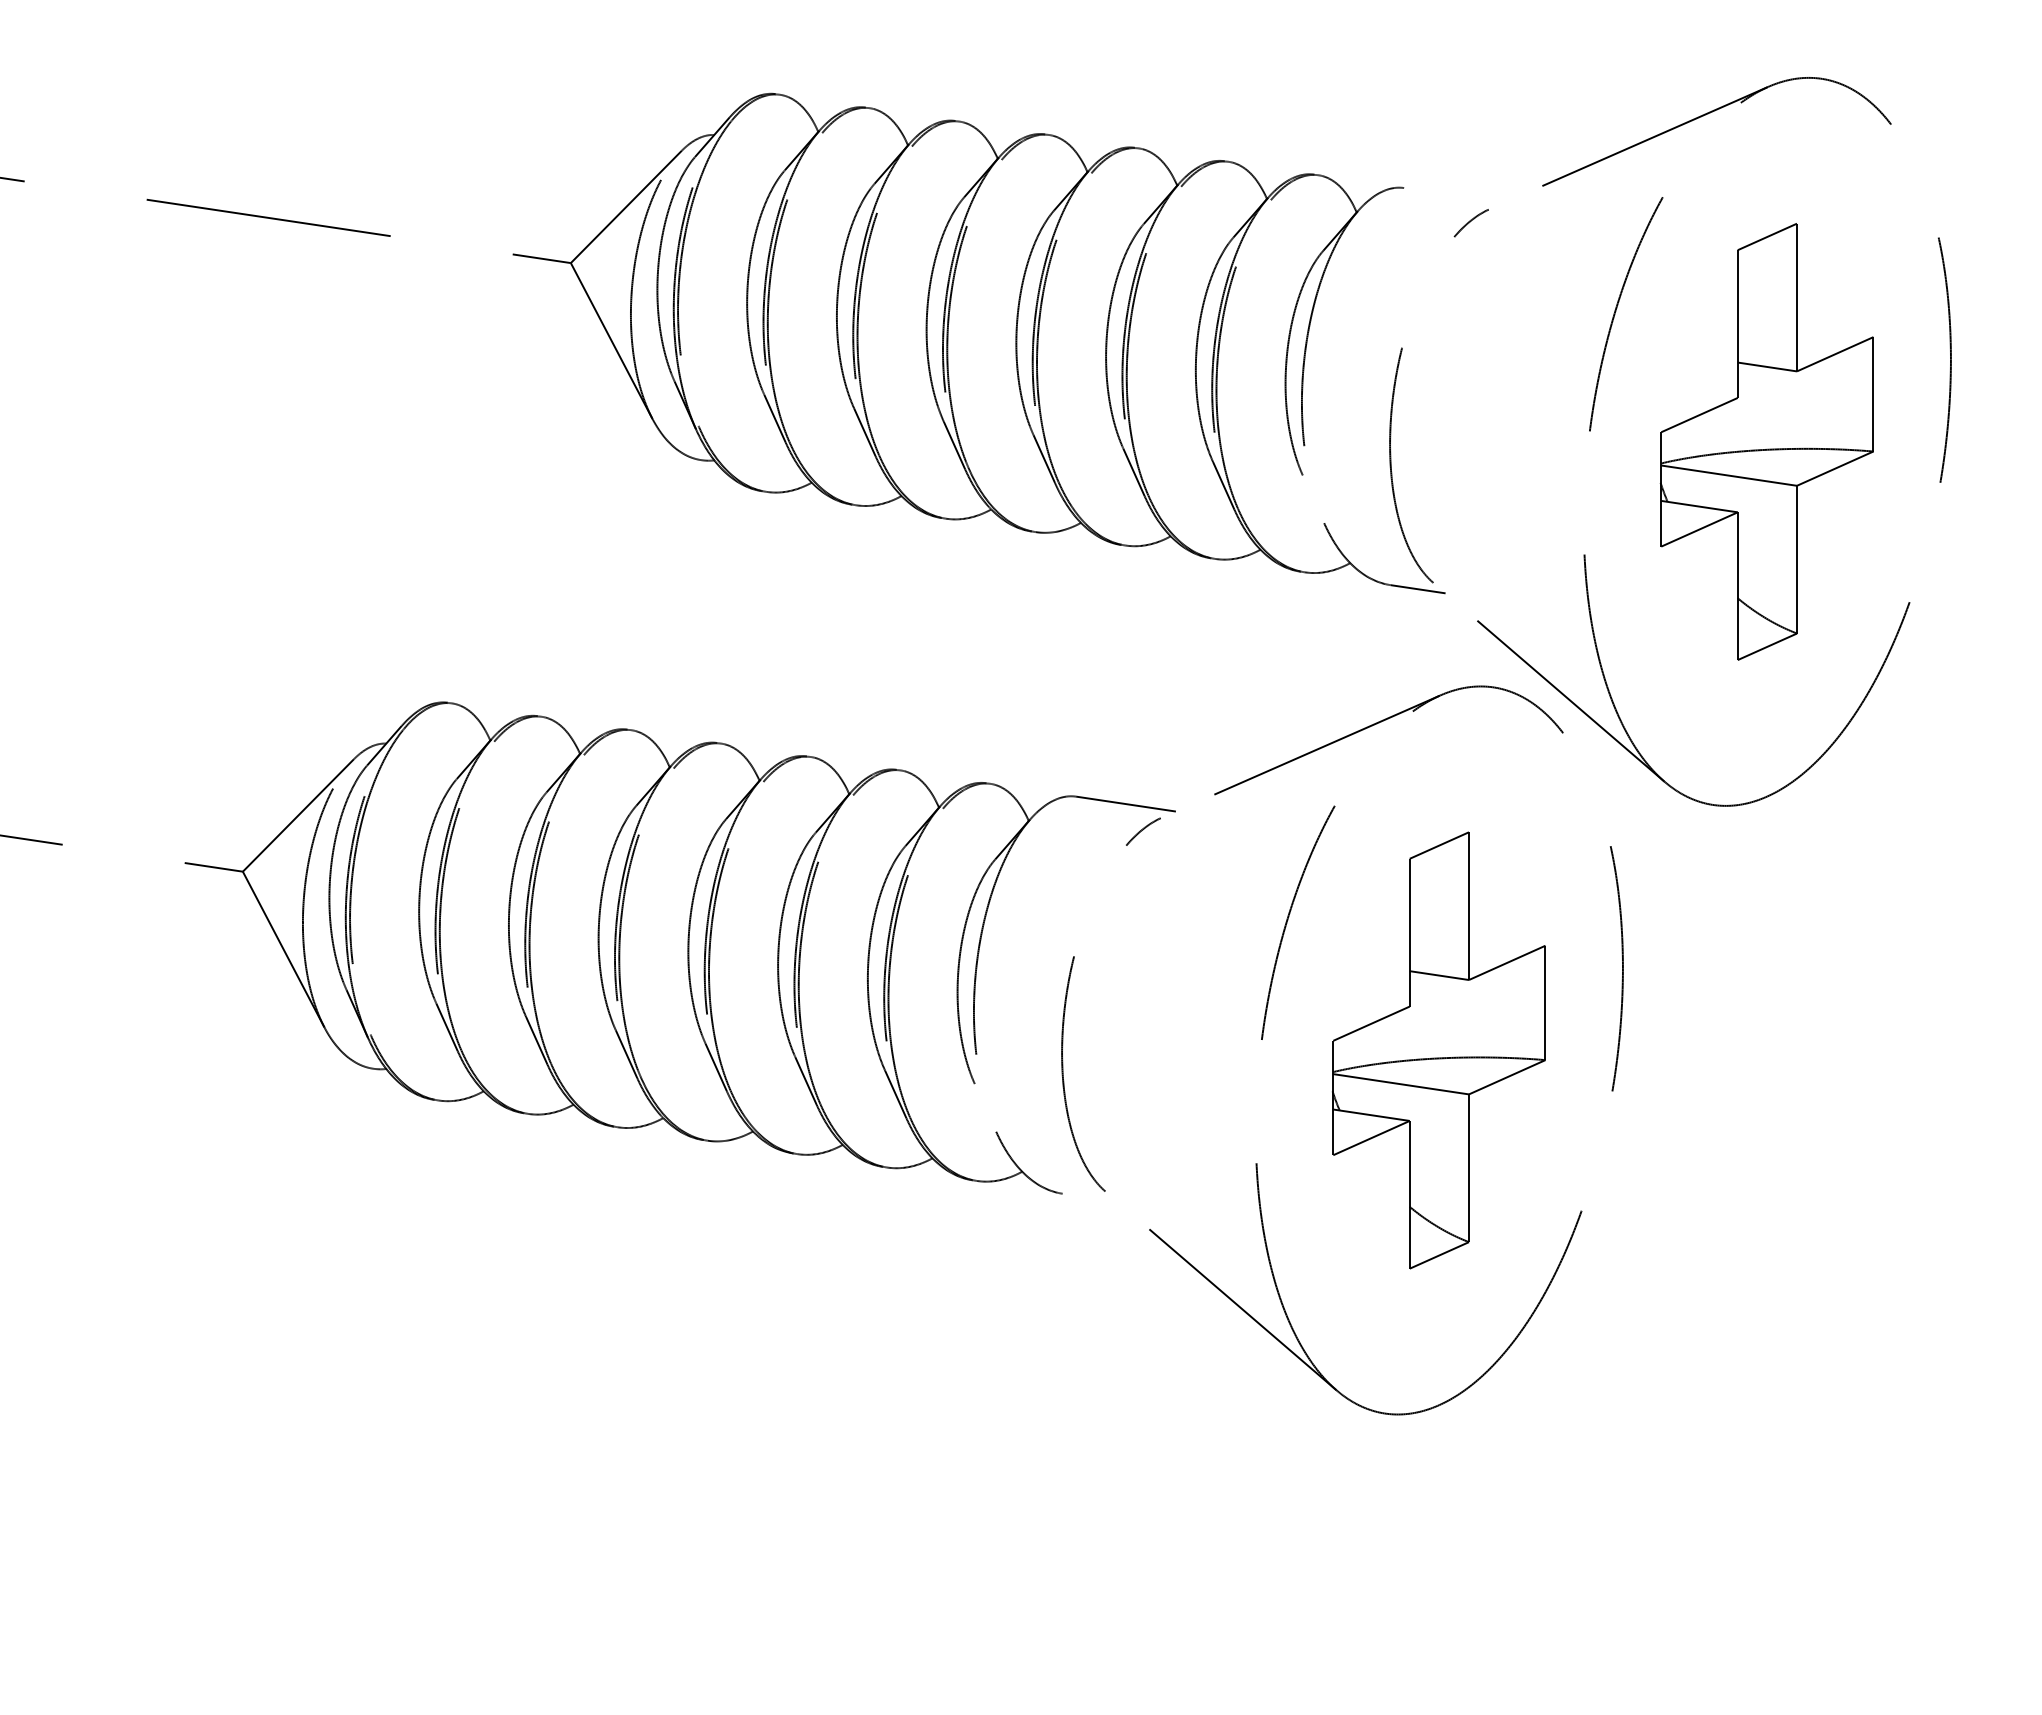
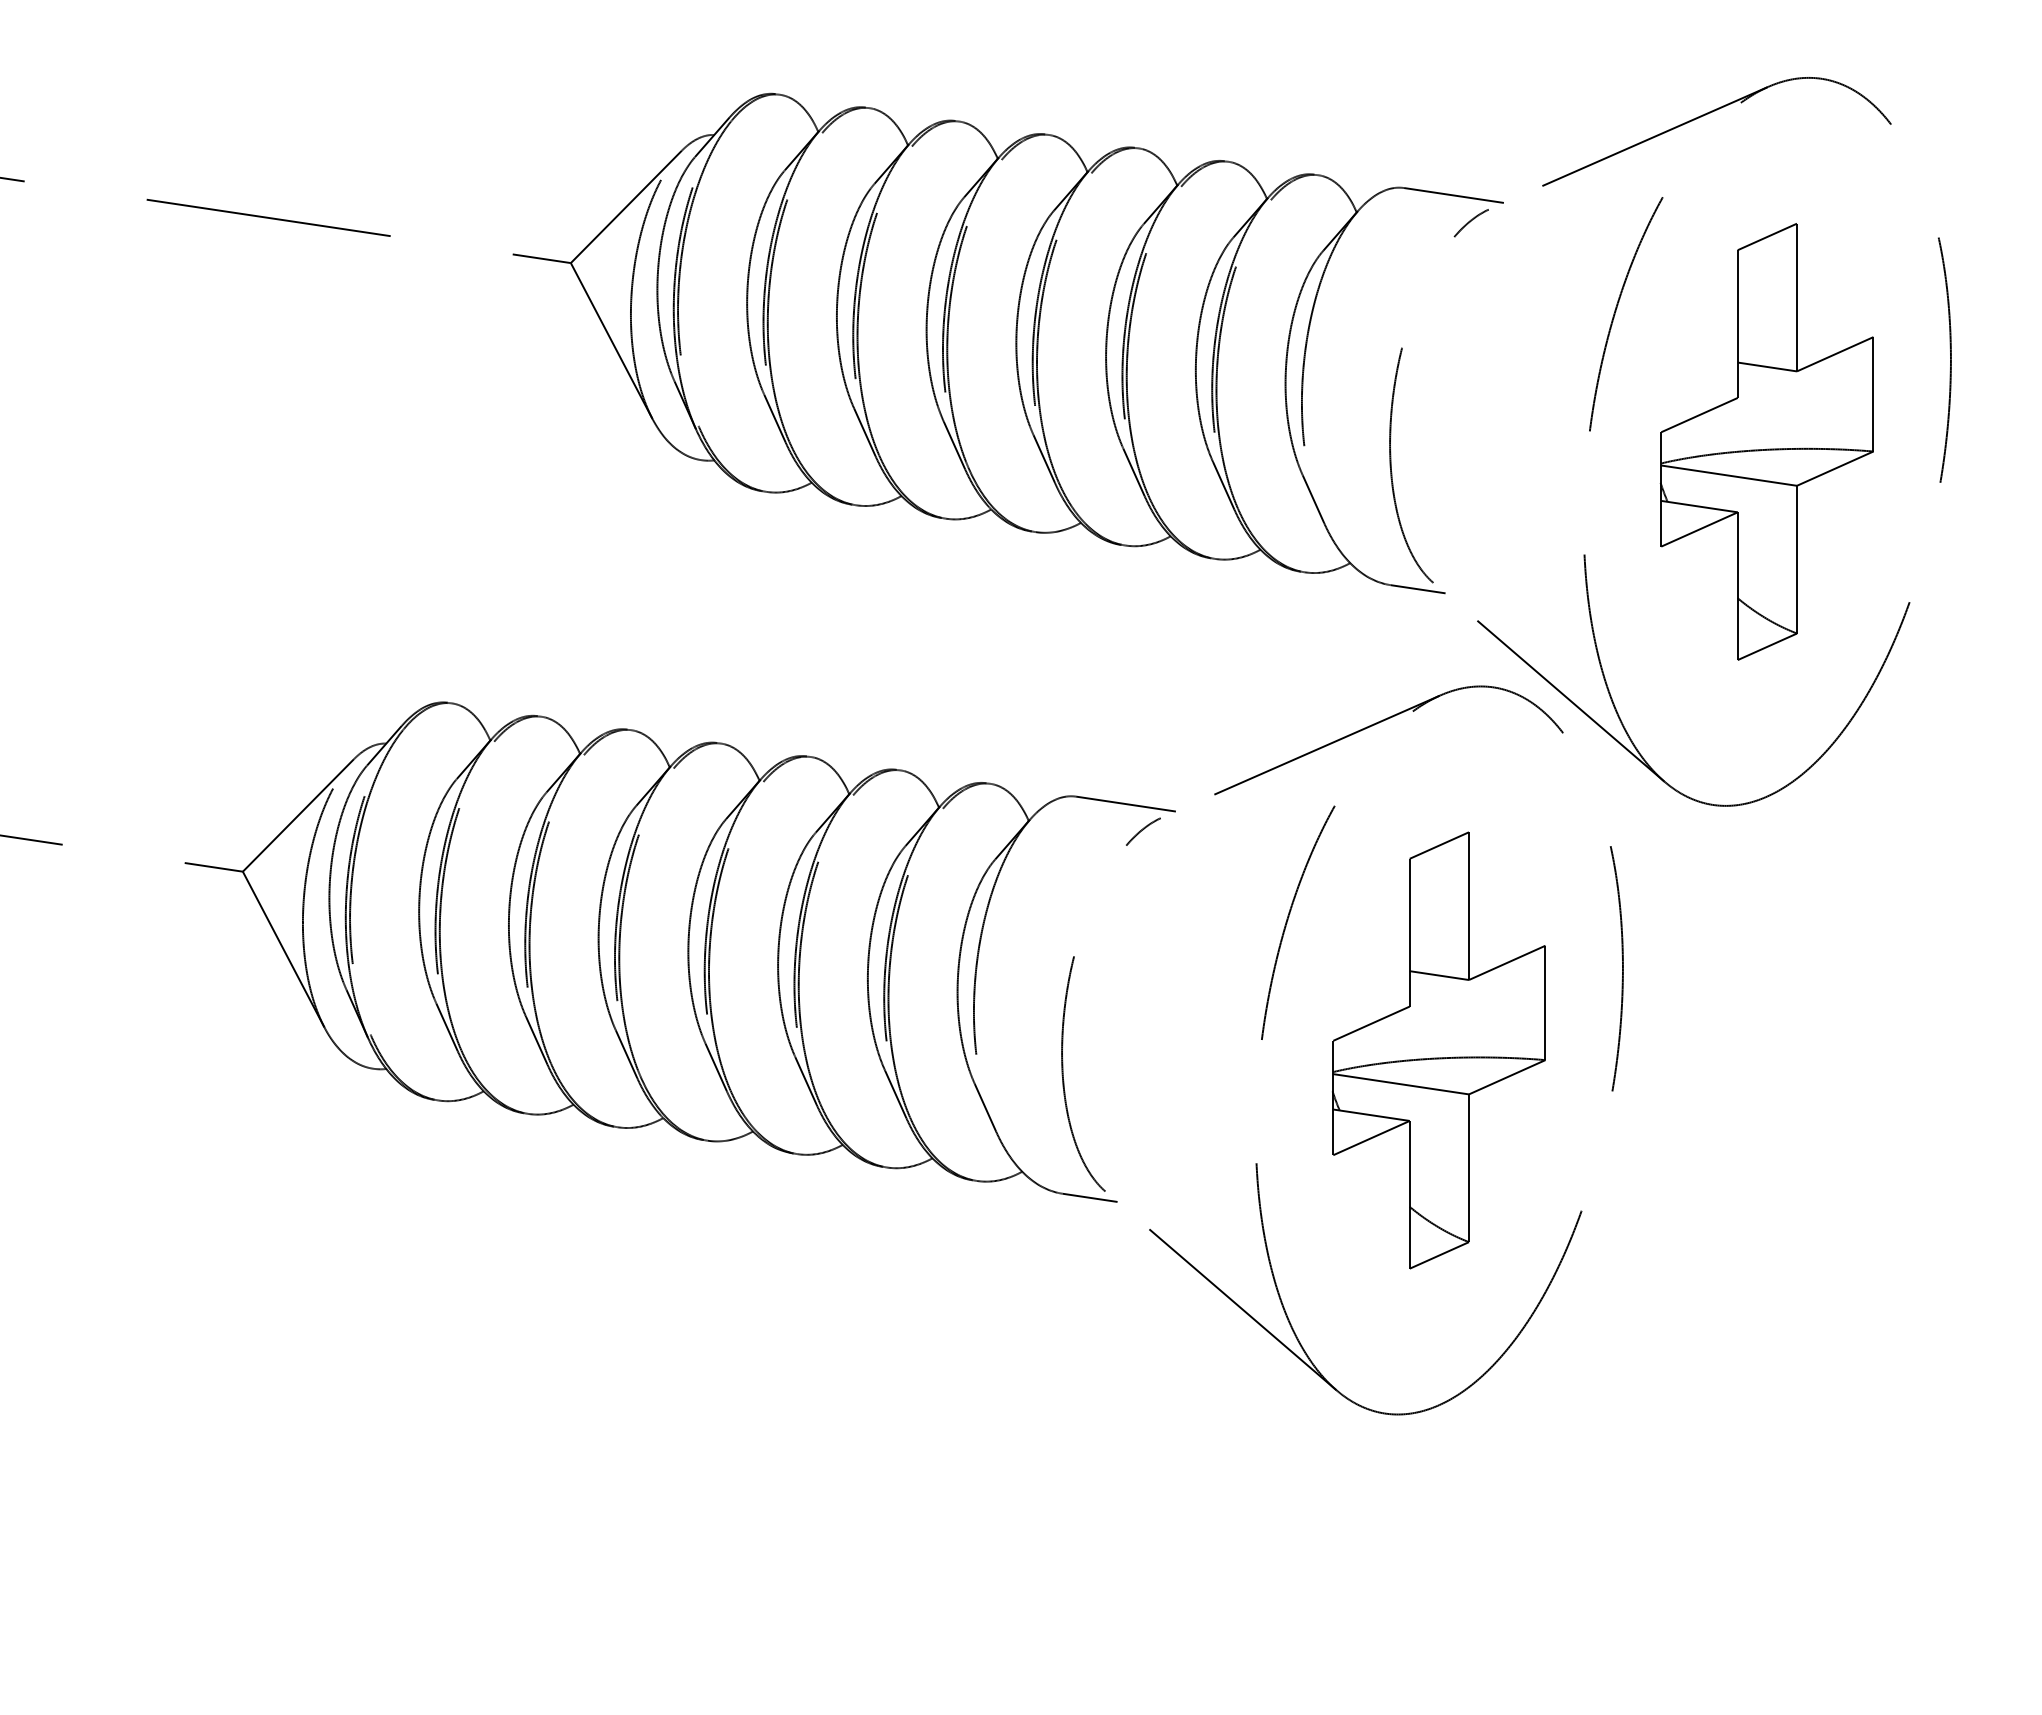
line at (1453, 195): none -> present
line at (1313, 499): none -> present
line at (985, 1107): none -> present
line at (1089, 1197): none -> present
